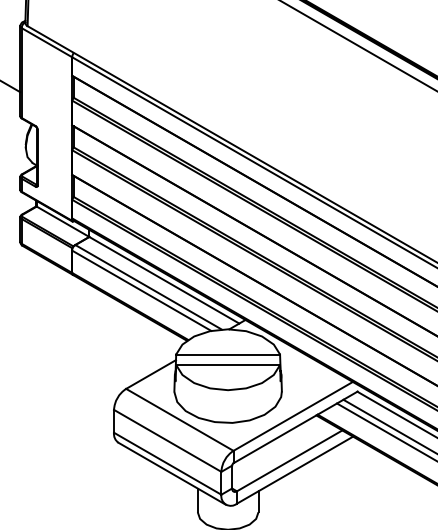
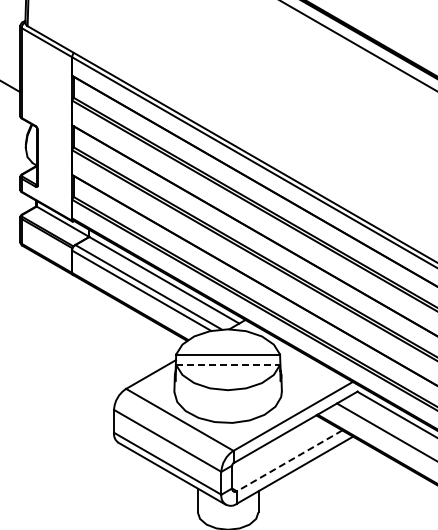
line at (228, 365): solid -> dashed
line at (388, 425): present -> none
line at (289, 460): solid -> dashed
